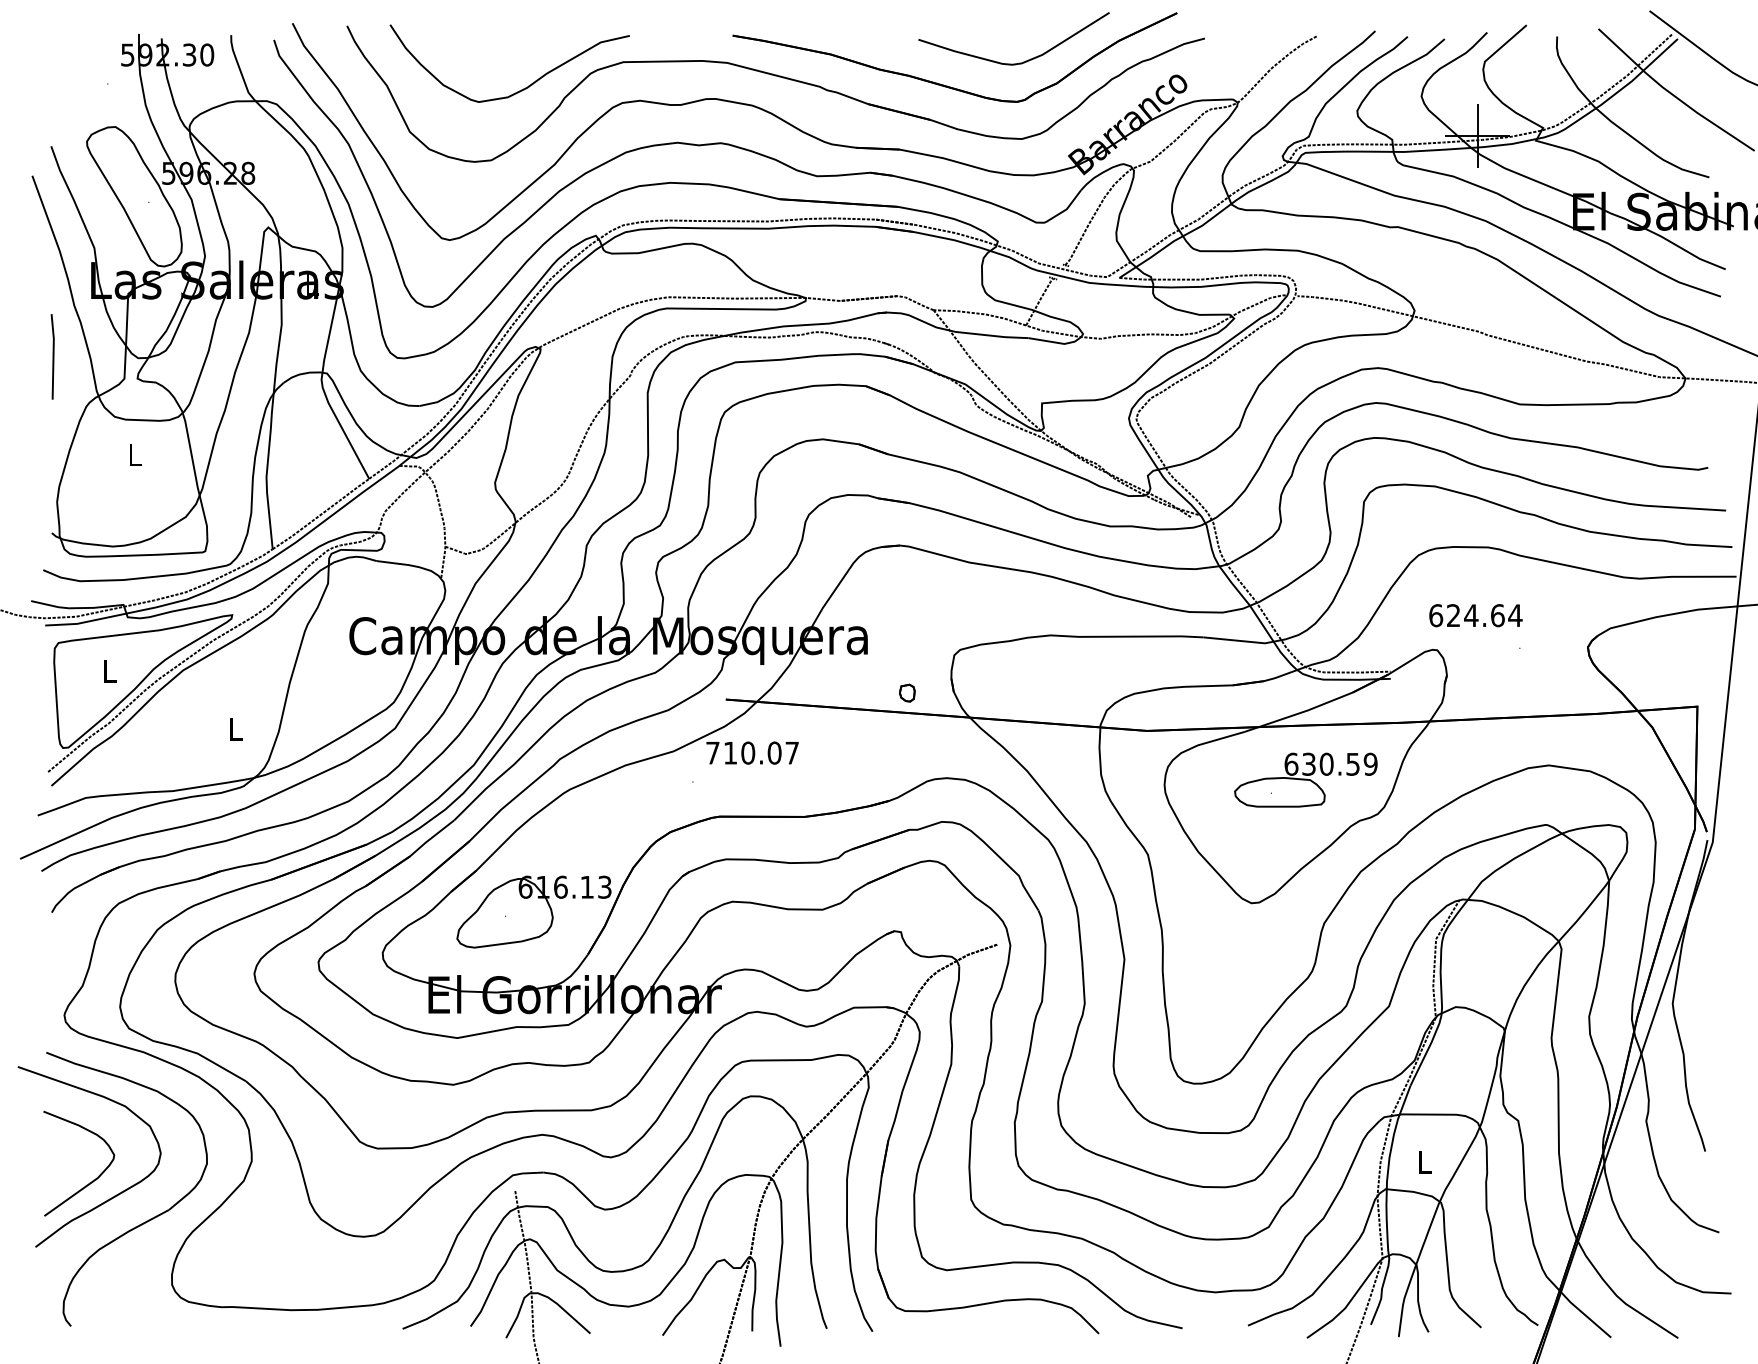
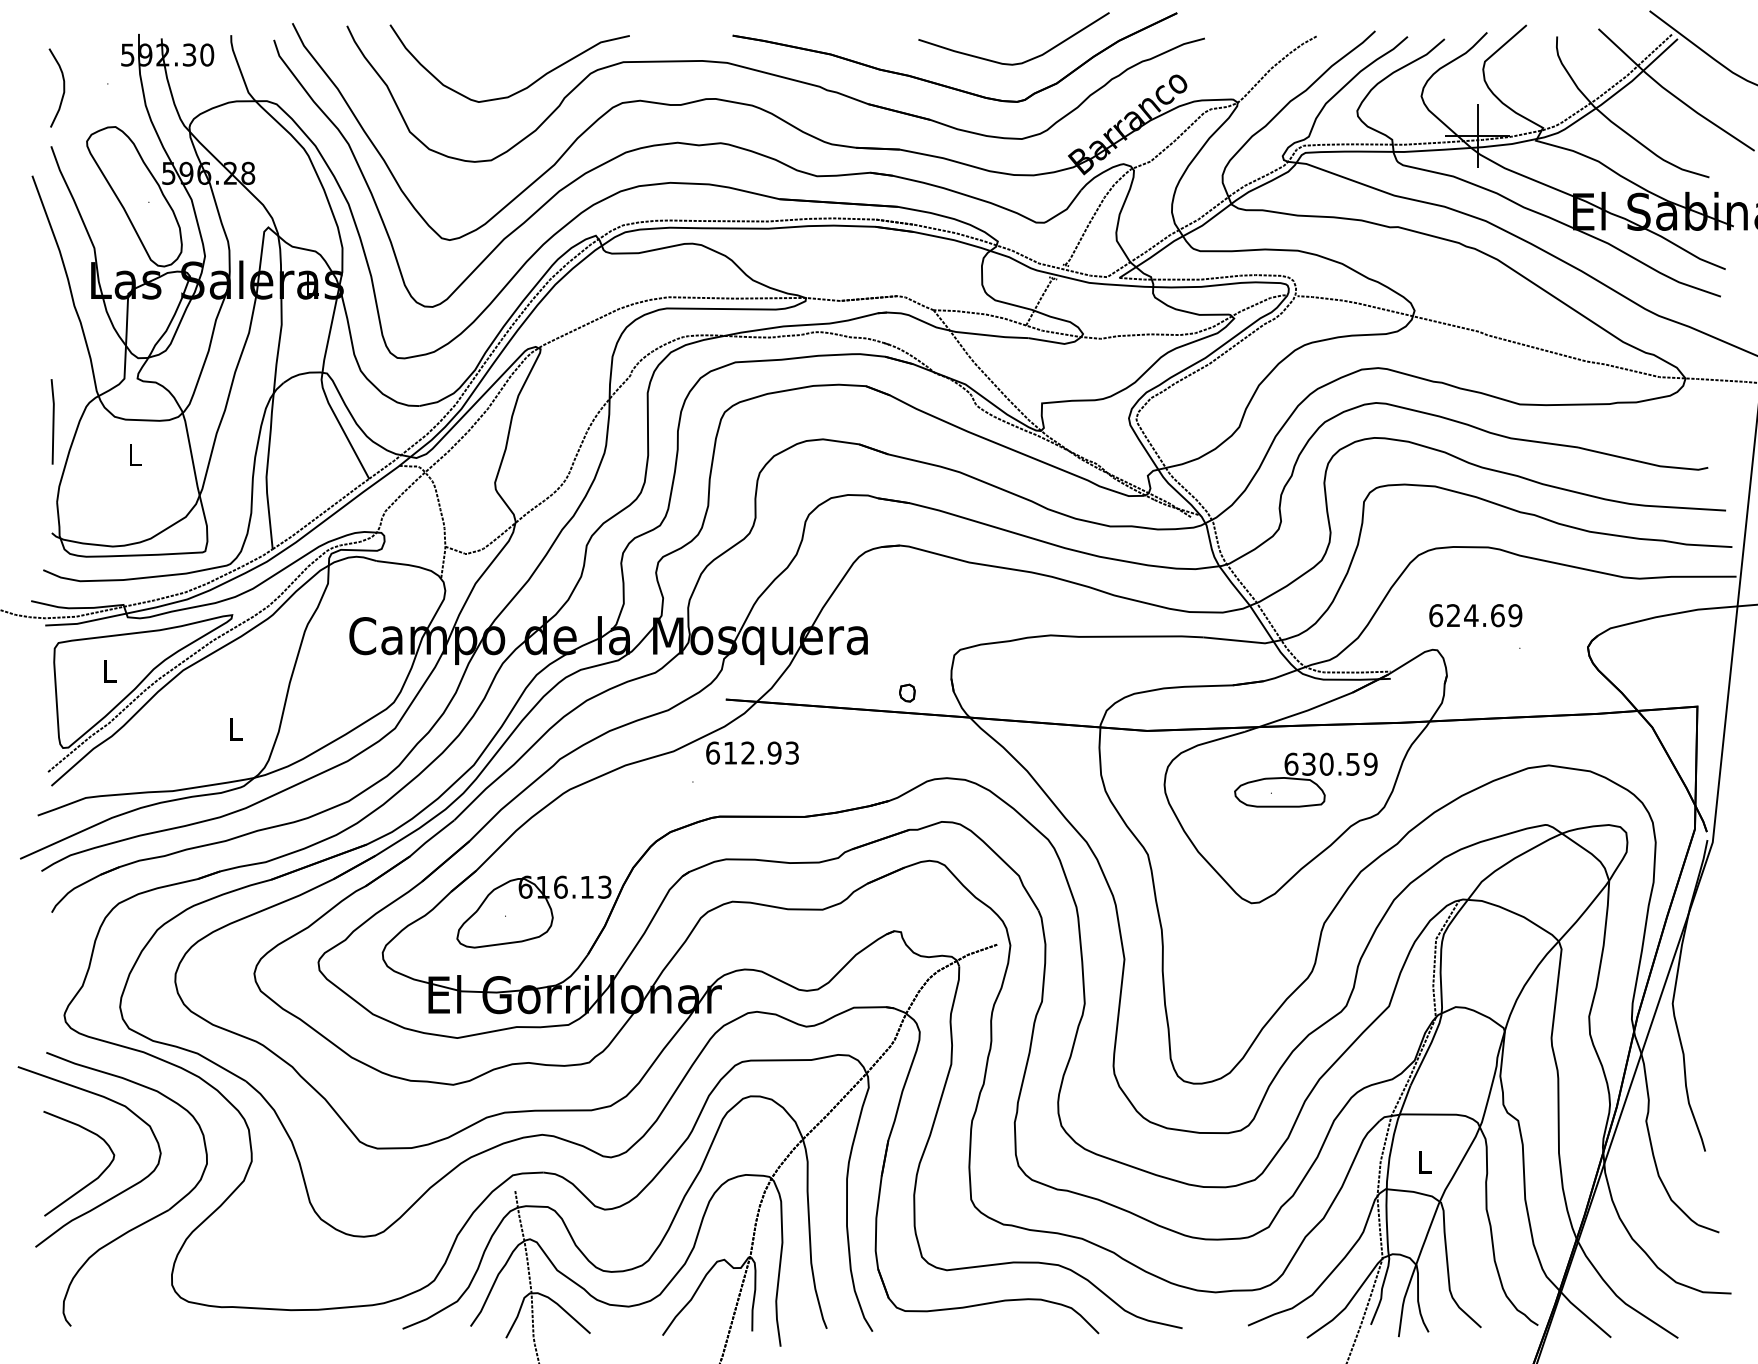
curve at (63, 87): none -> present
line at (52, 356) position: (52, 356) -> (52, 421)
text at (1515, 615): 624.64 -> 624.69
text at (752, 752): 710.07 -> 612.93
